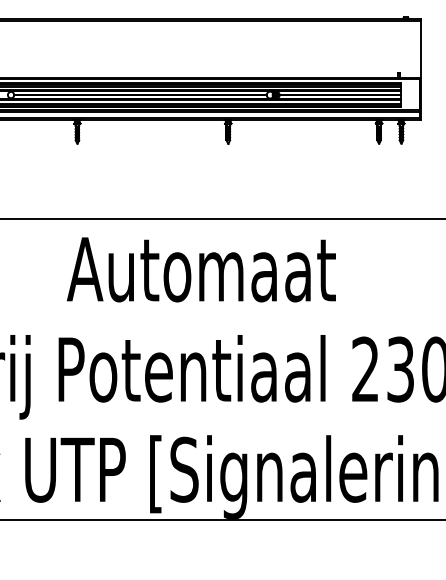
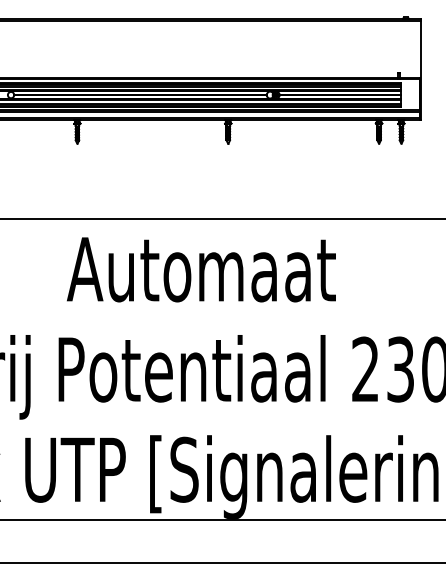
line at (222, 562): none -> present
